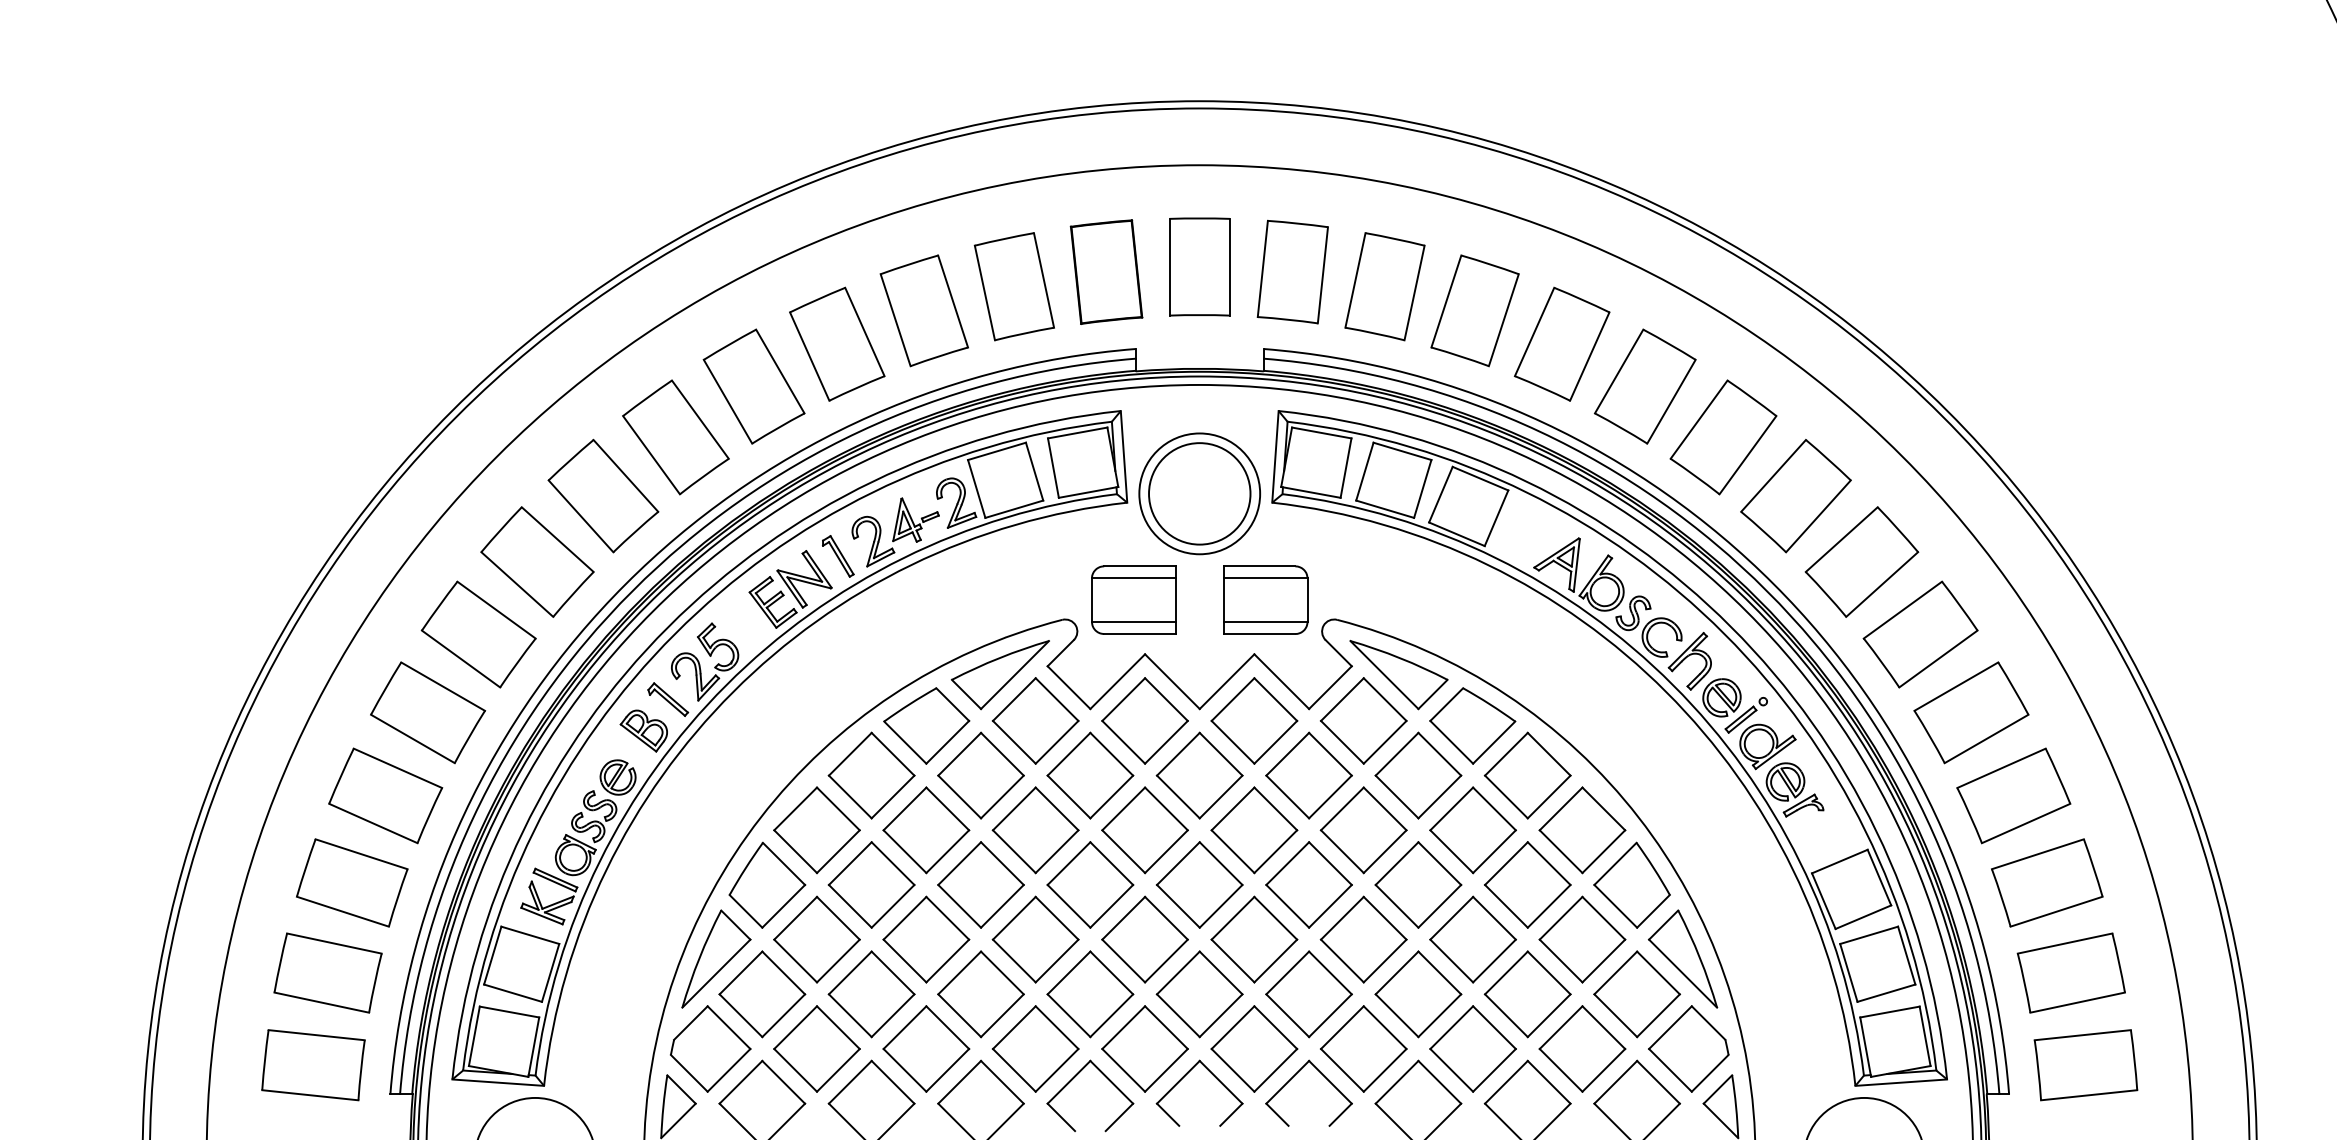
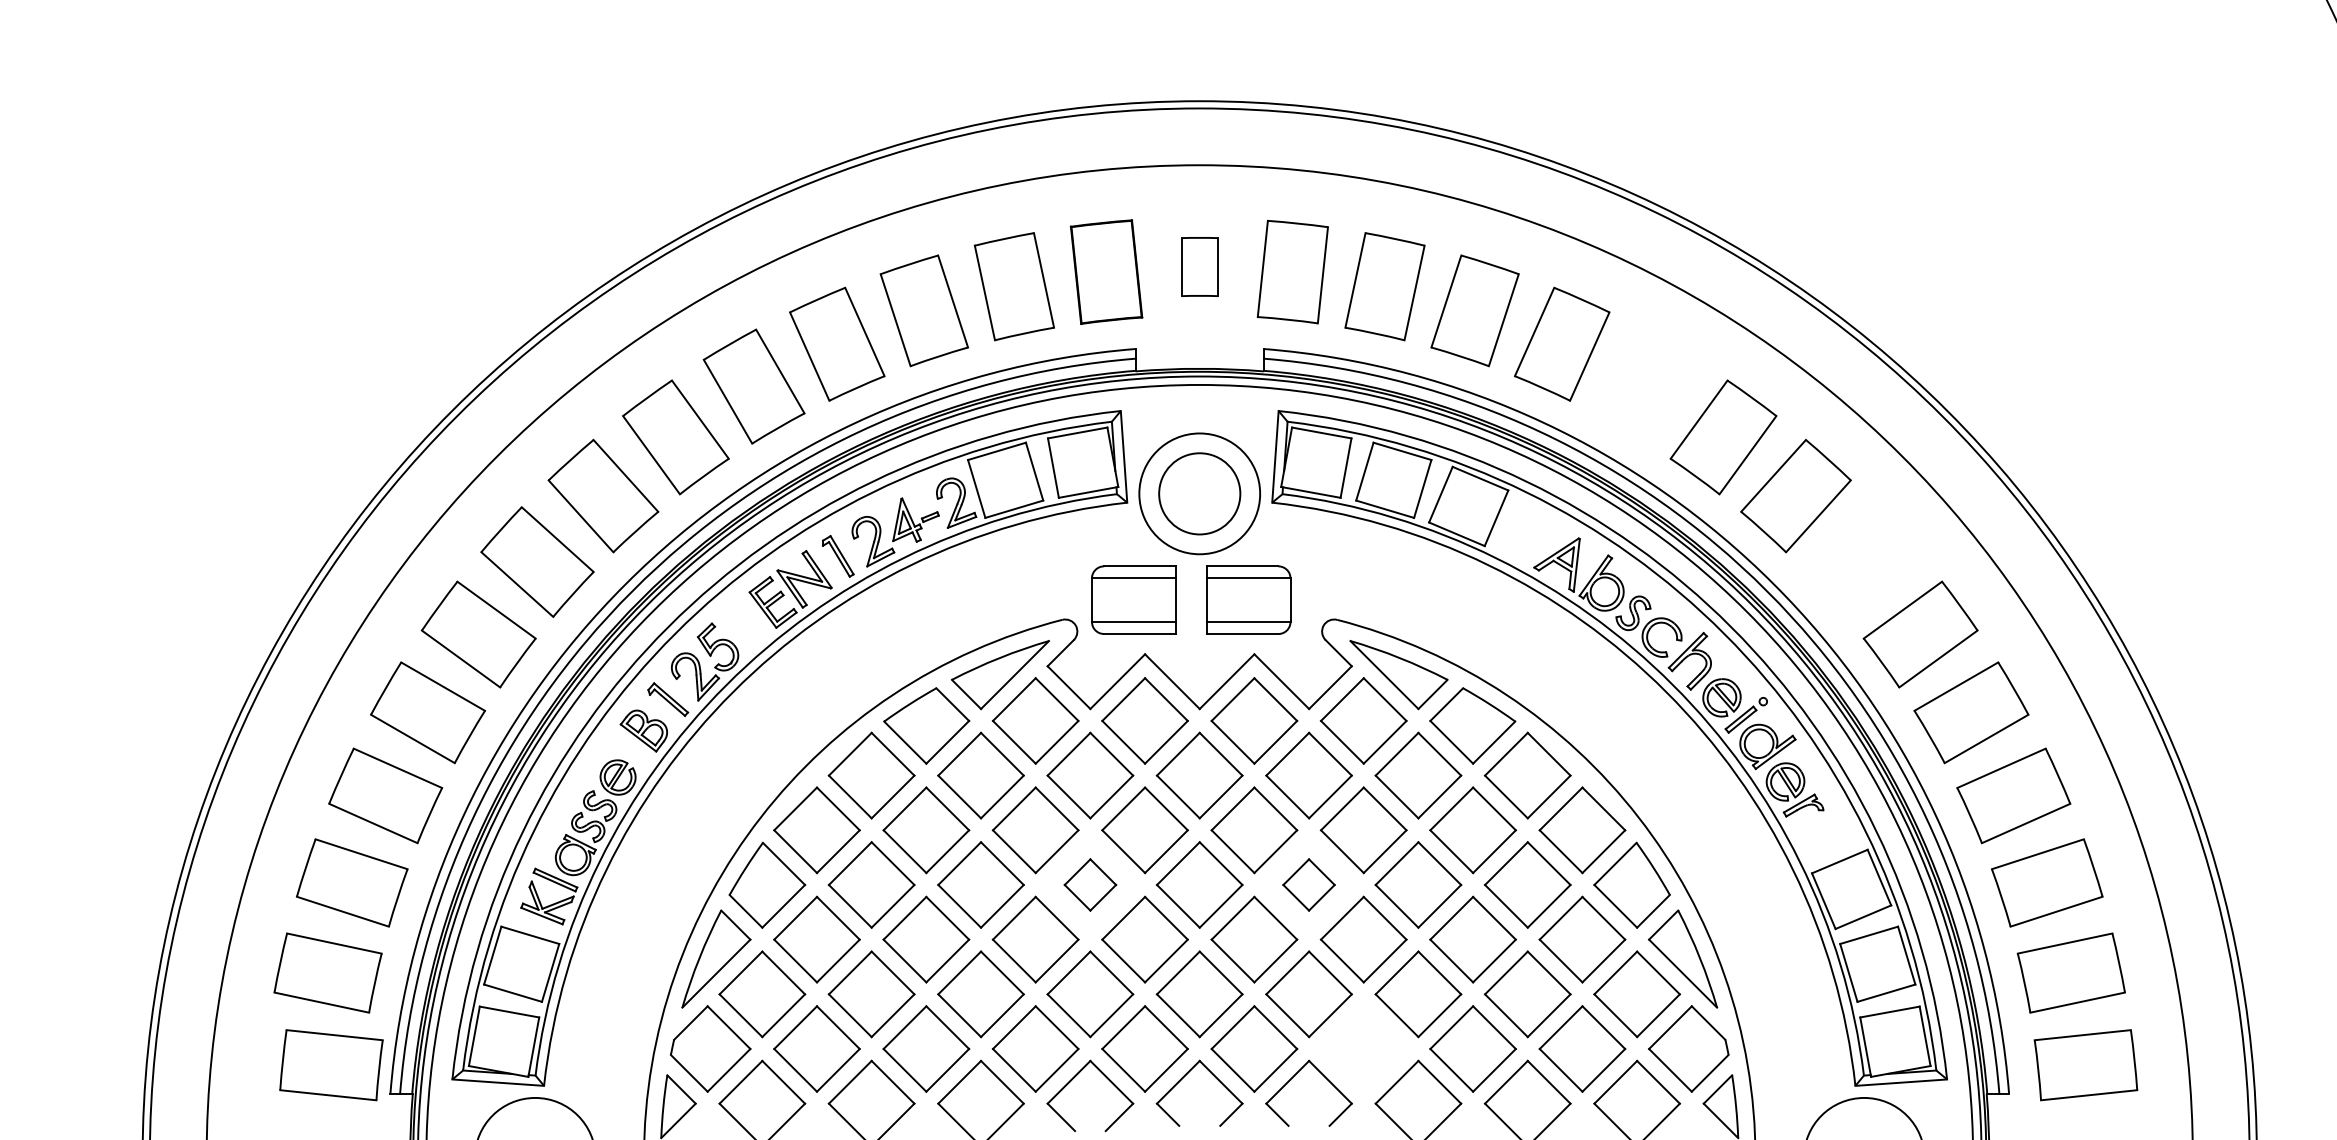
part at (1199, 266) size: 62x100 px -> 38x60 px
part at (1644, 386): present -> none
circle at (1199, 493) diameter: 101 px -> 81 px
part at (1861, 561): present -> none
part at (1265, 599) position: (1265, 599) -> (1248, 599)
part at (1090, 884) size: 89x88 px -> 55x54 px
part at (1308, 884) size: 88x88 px -> 54x54 px
part at (1363, 1048): present -> none
part at (313, 1065) position: (313, 1065) -> (331, 1065)
